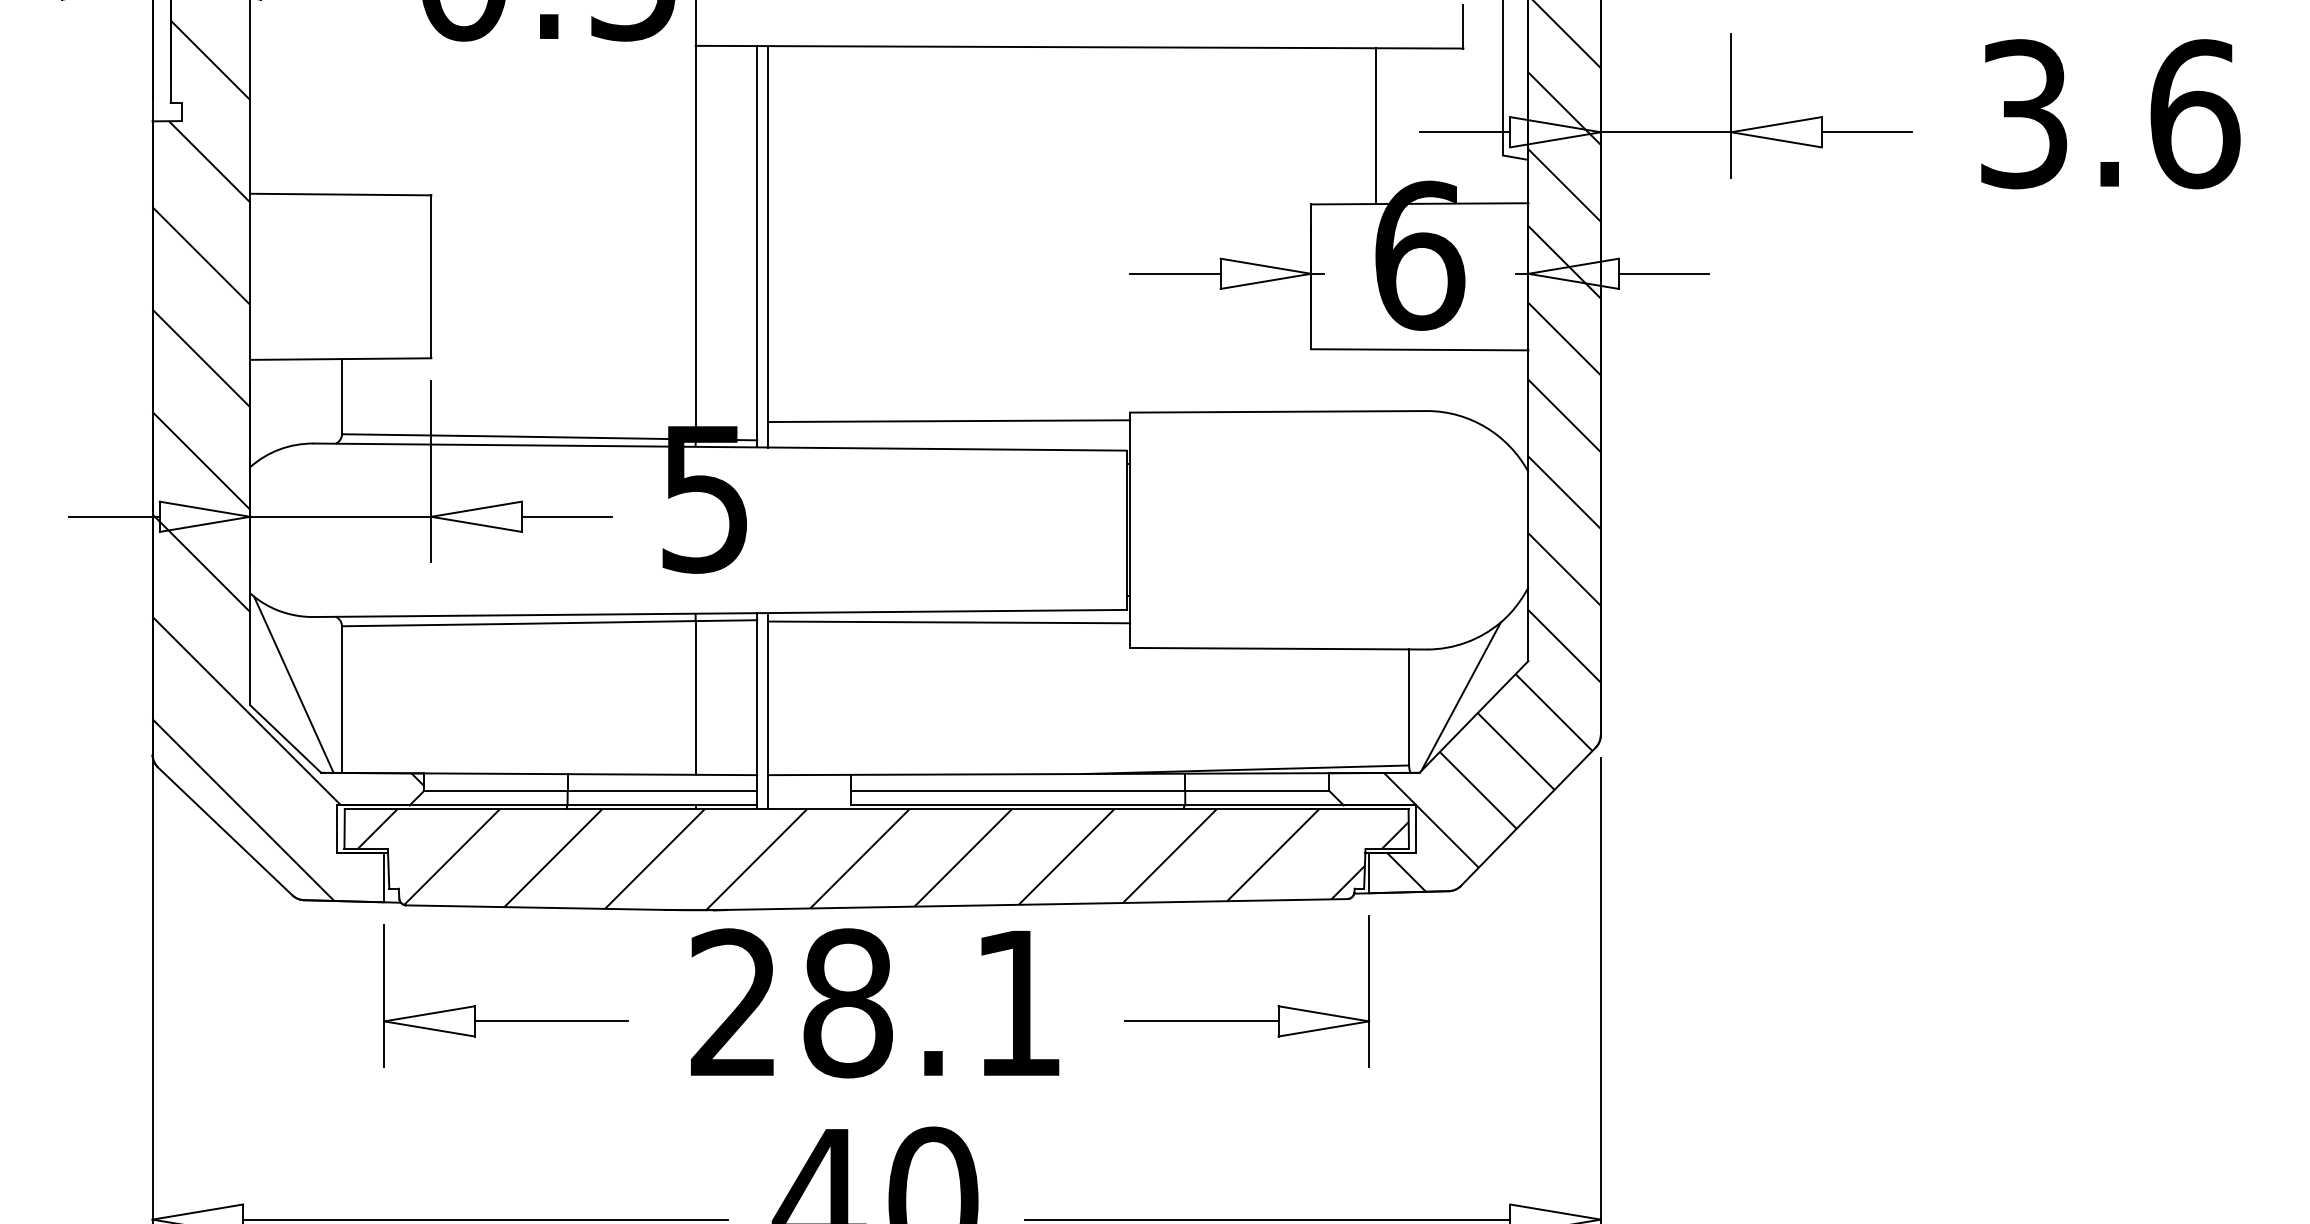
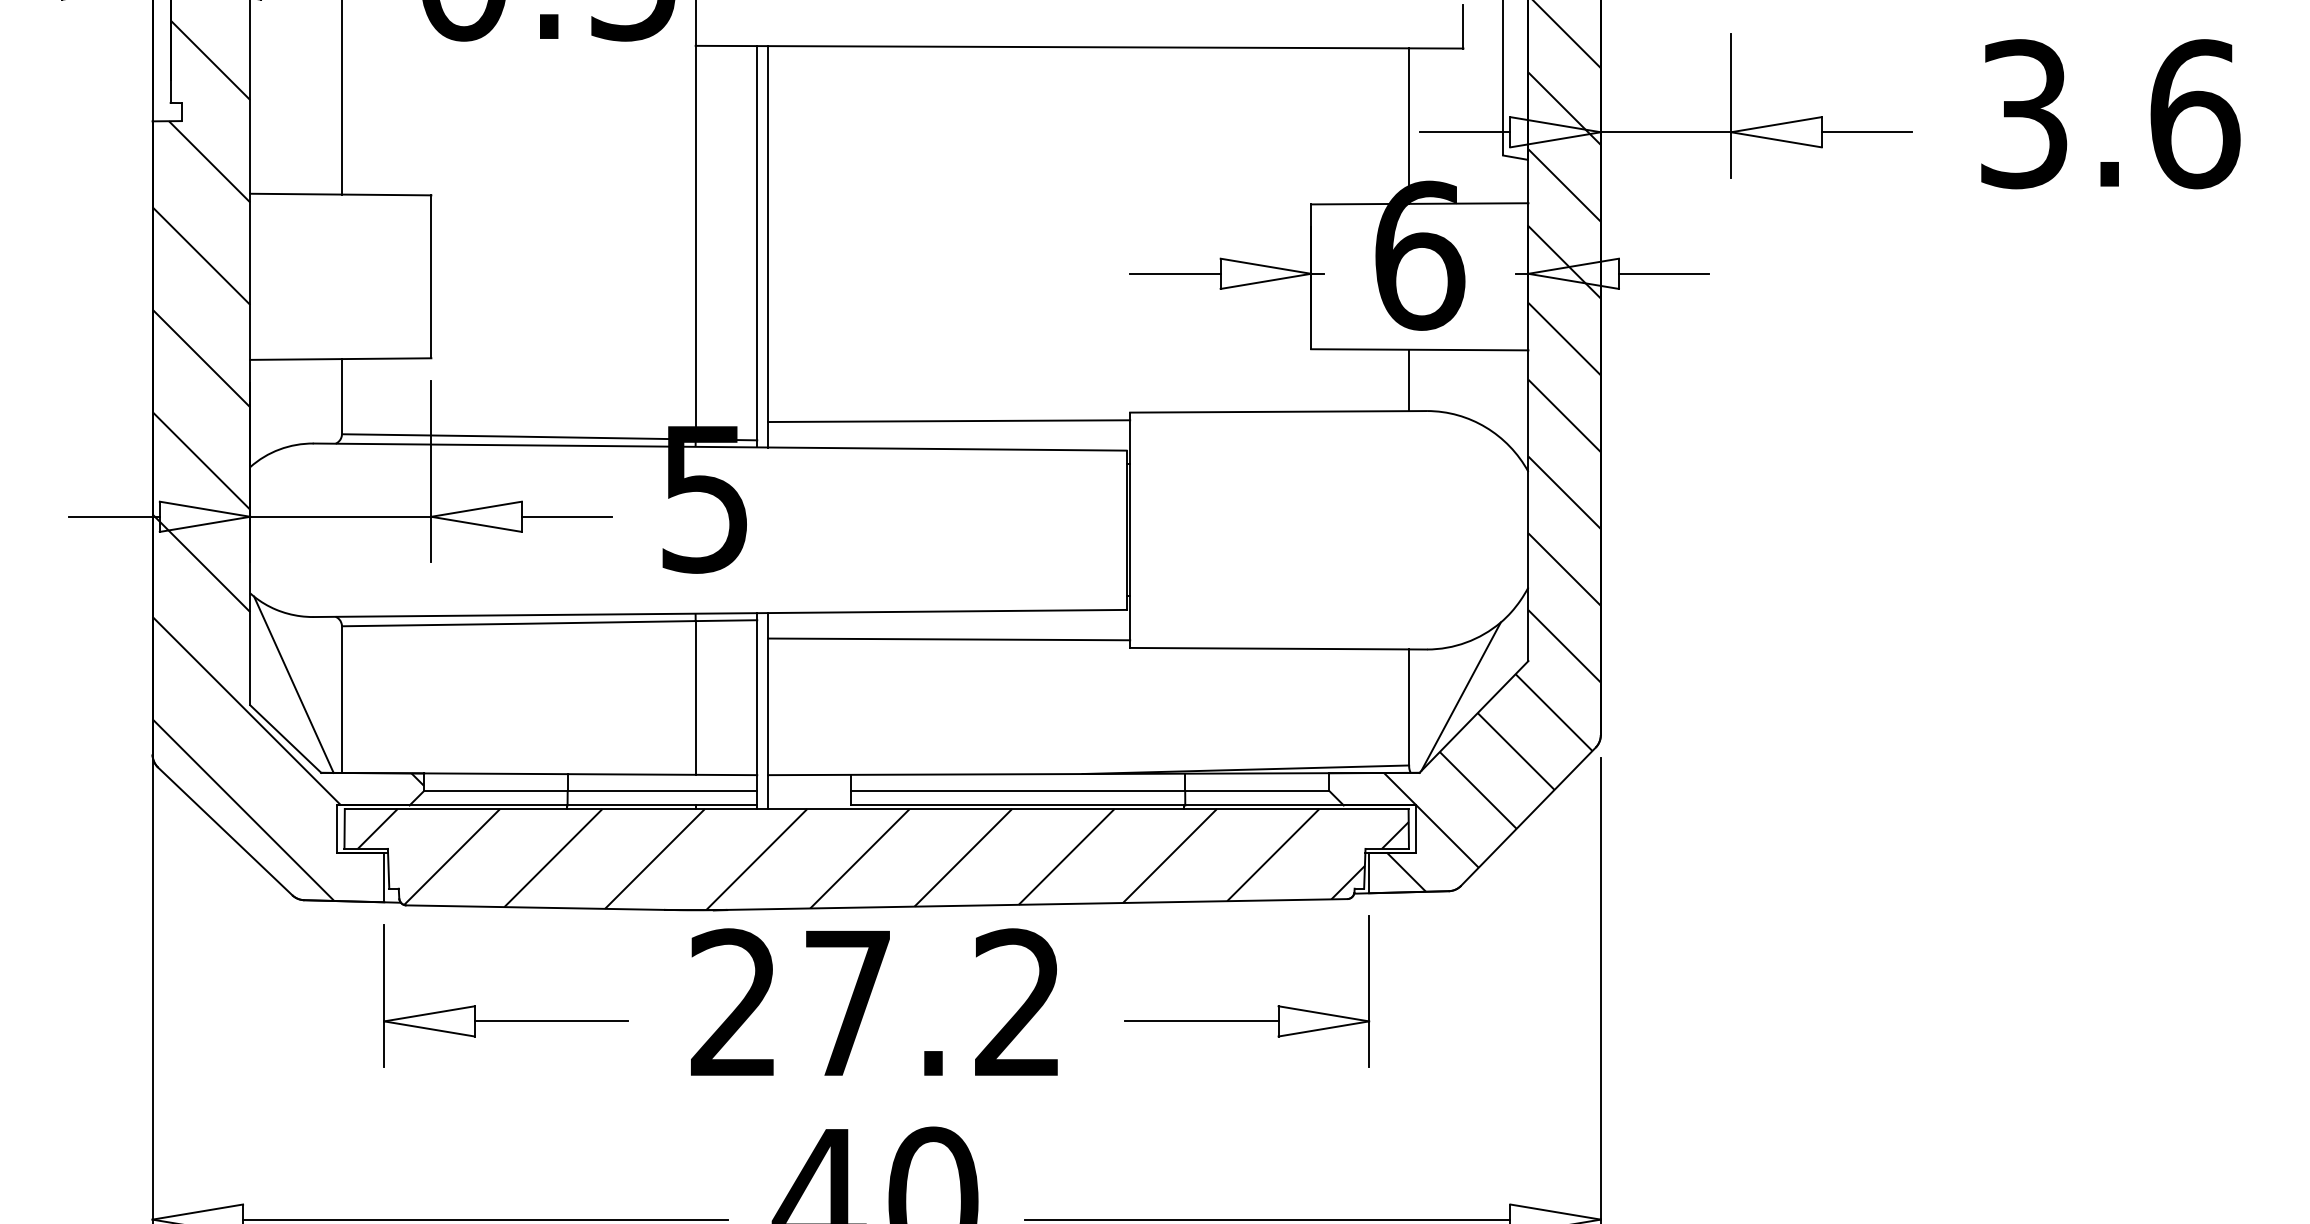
line at (341, 98): none -> present
line at (1376, 125) position: (1376, 125) -> (1409, 125)
line at (1409, 380): none -> present
line at (949, 622) position: (949, 622) -> (949, 639)
text at (931, 1003): 28.1 -> 27.2
